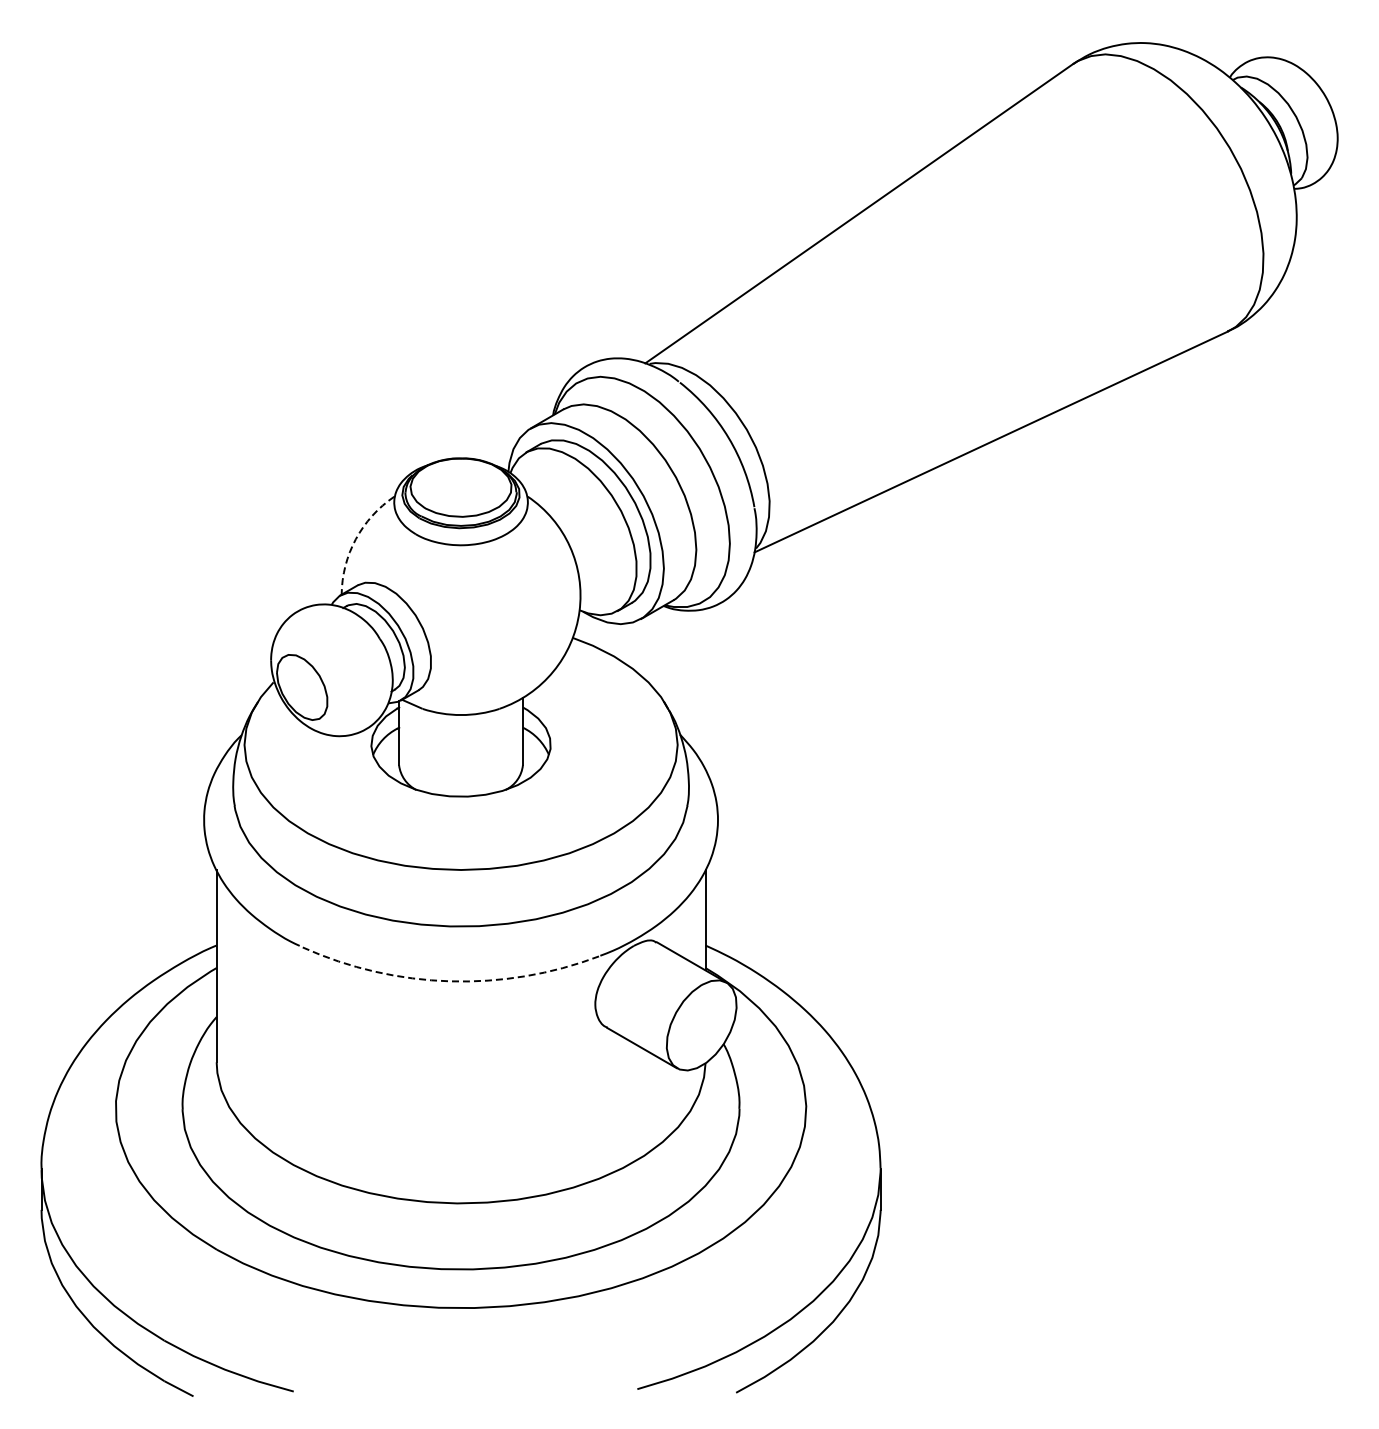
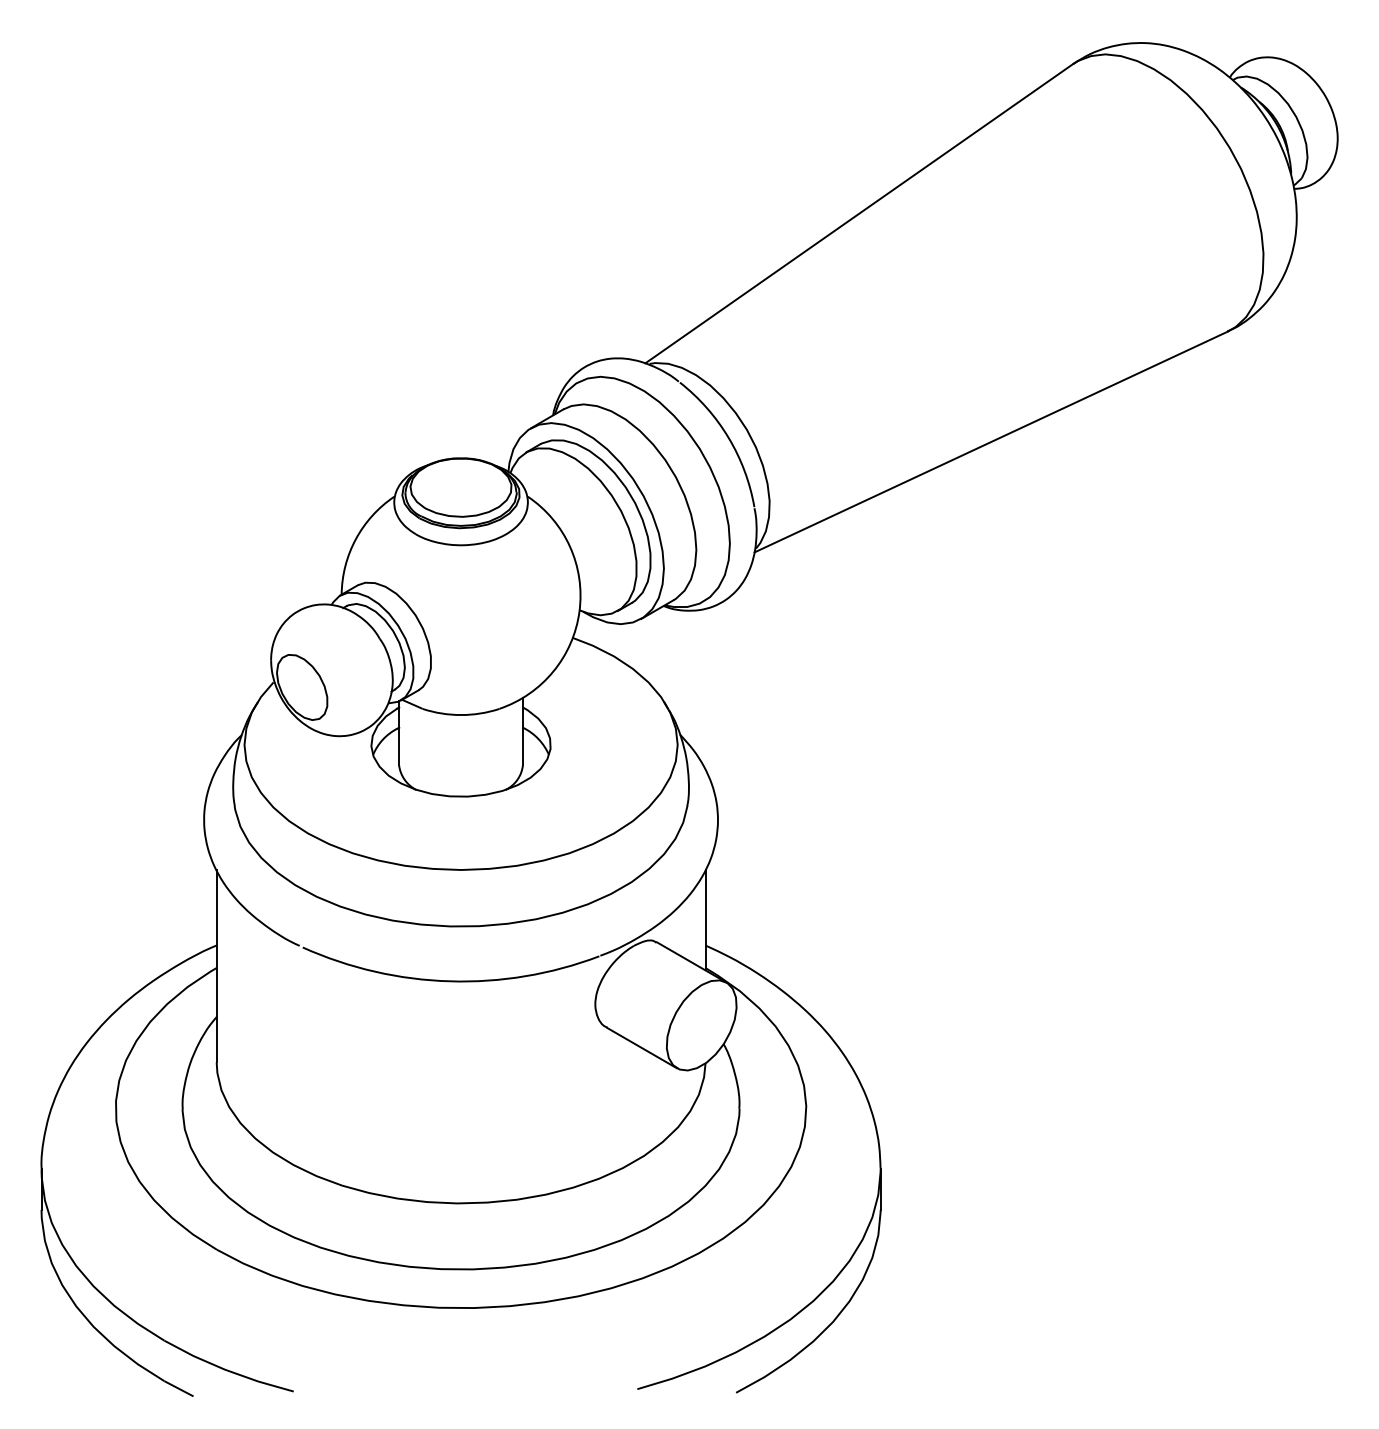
arc at (355, 539): dashed -> solid
arc at (450, 981): dashed -> solid
